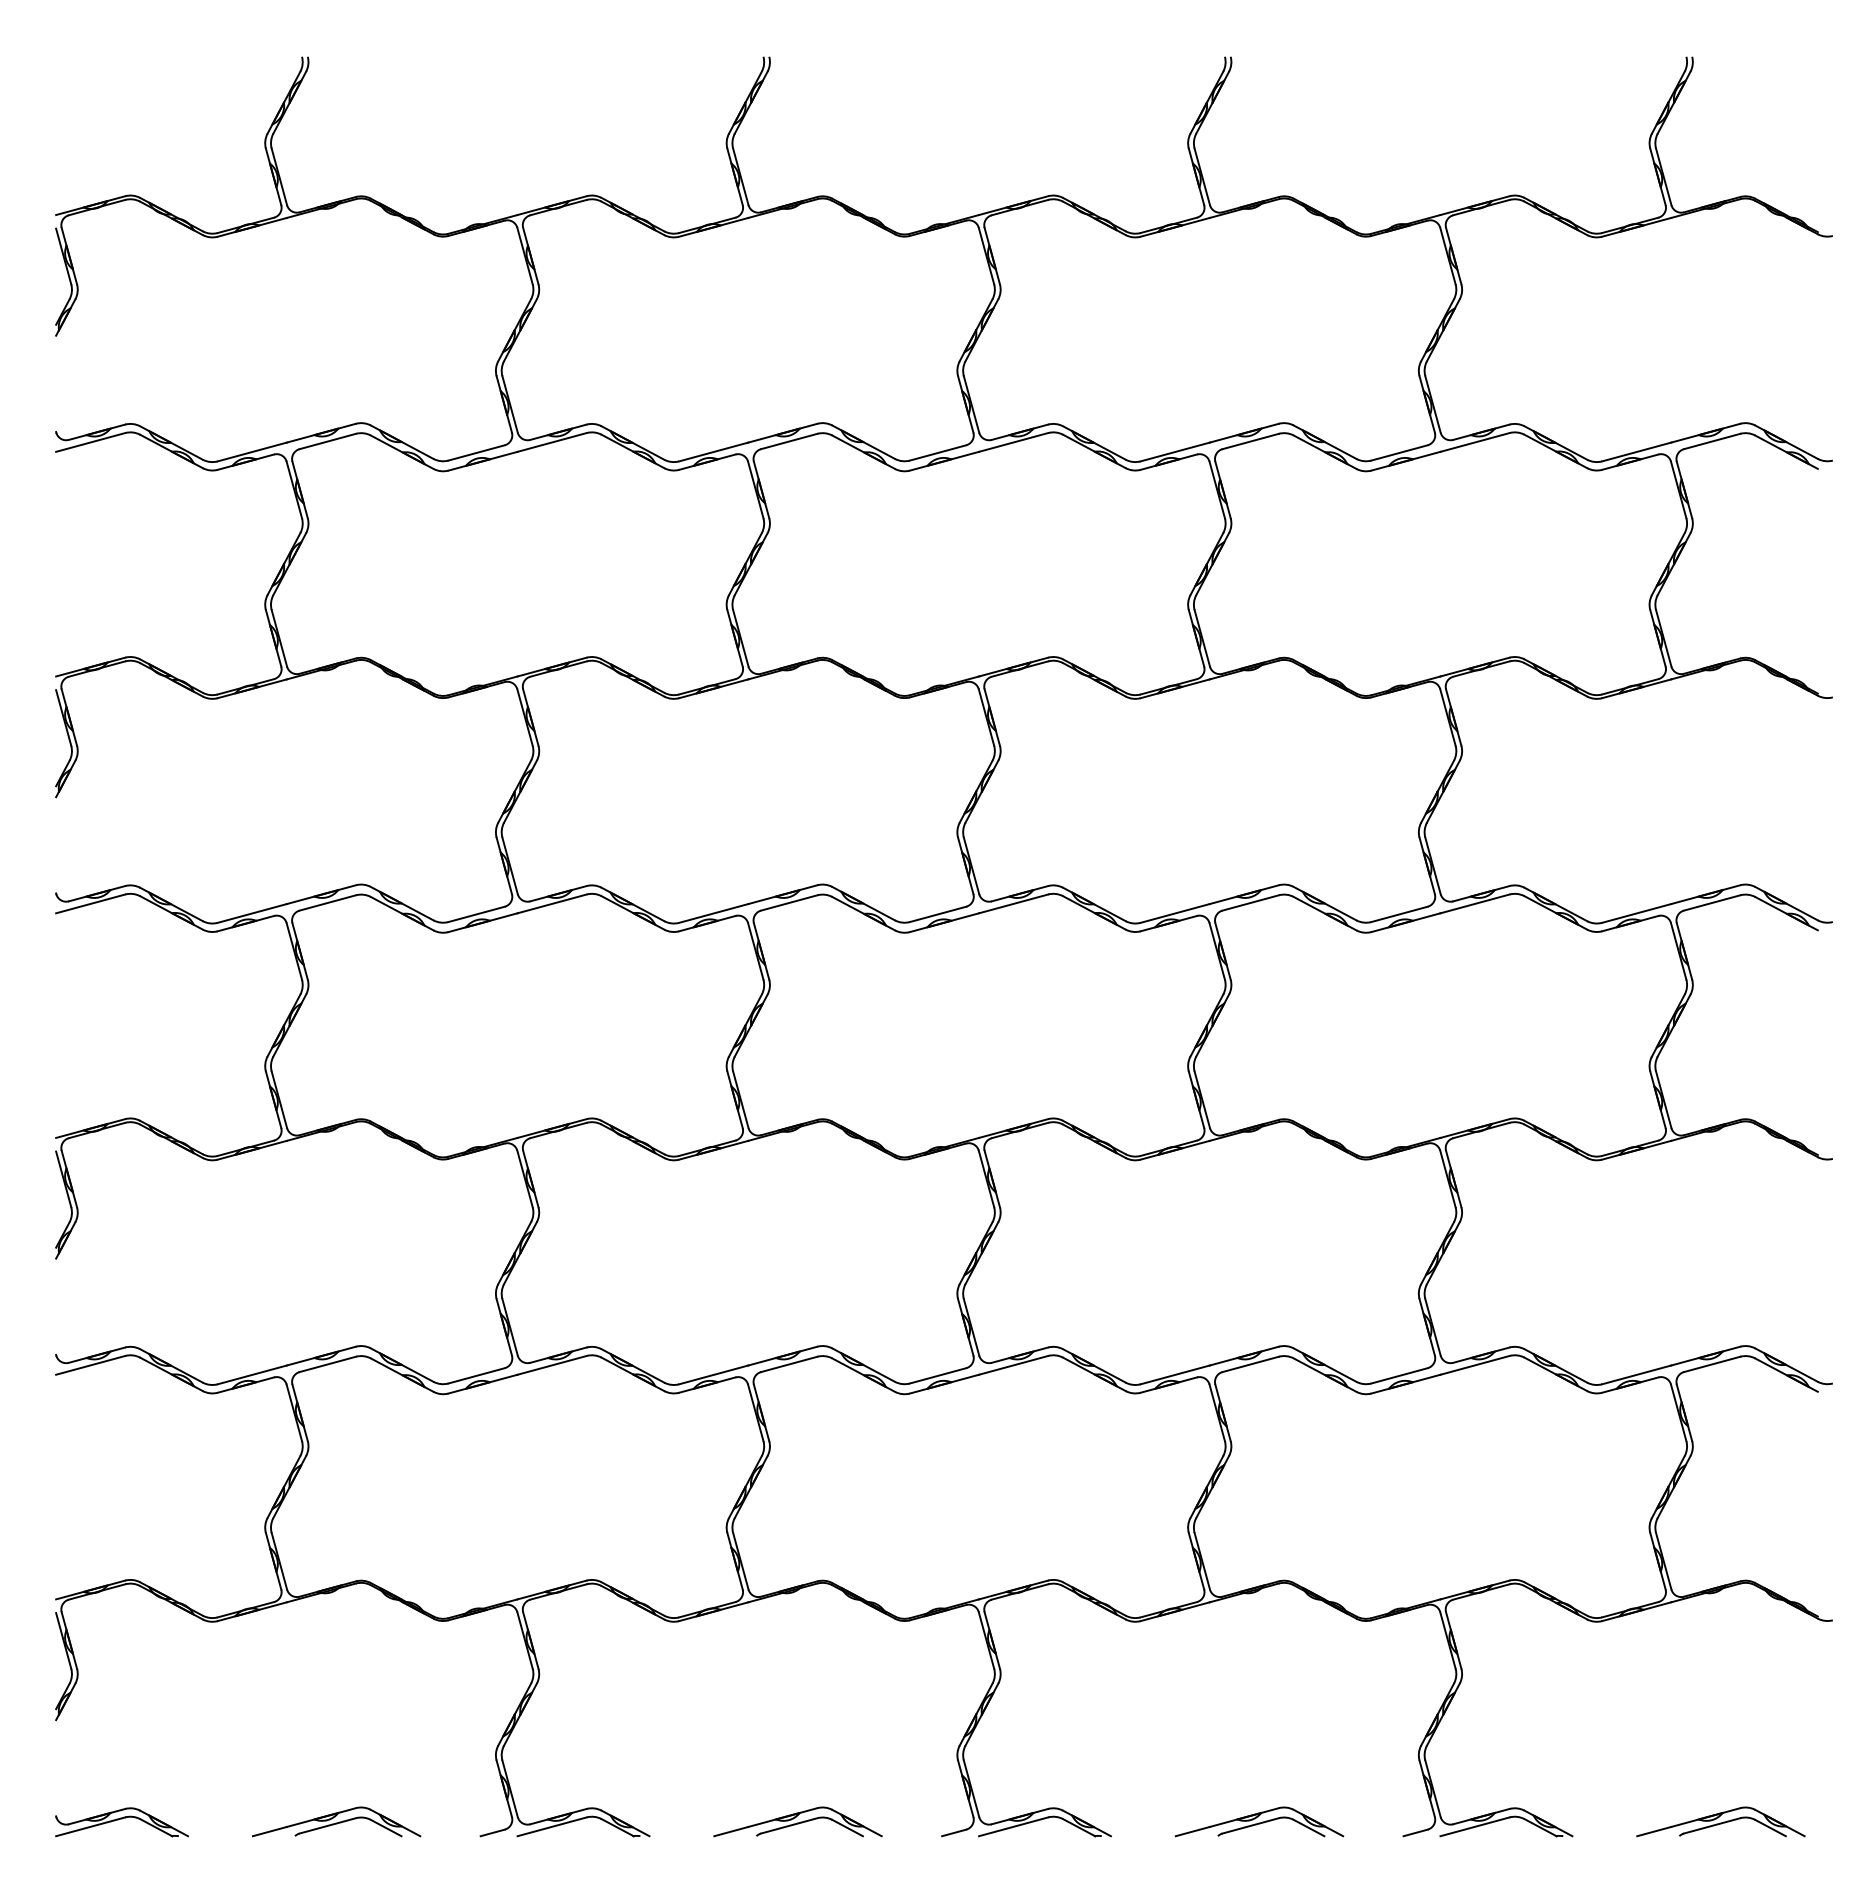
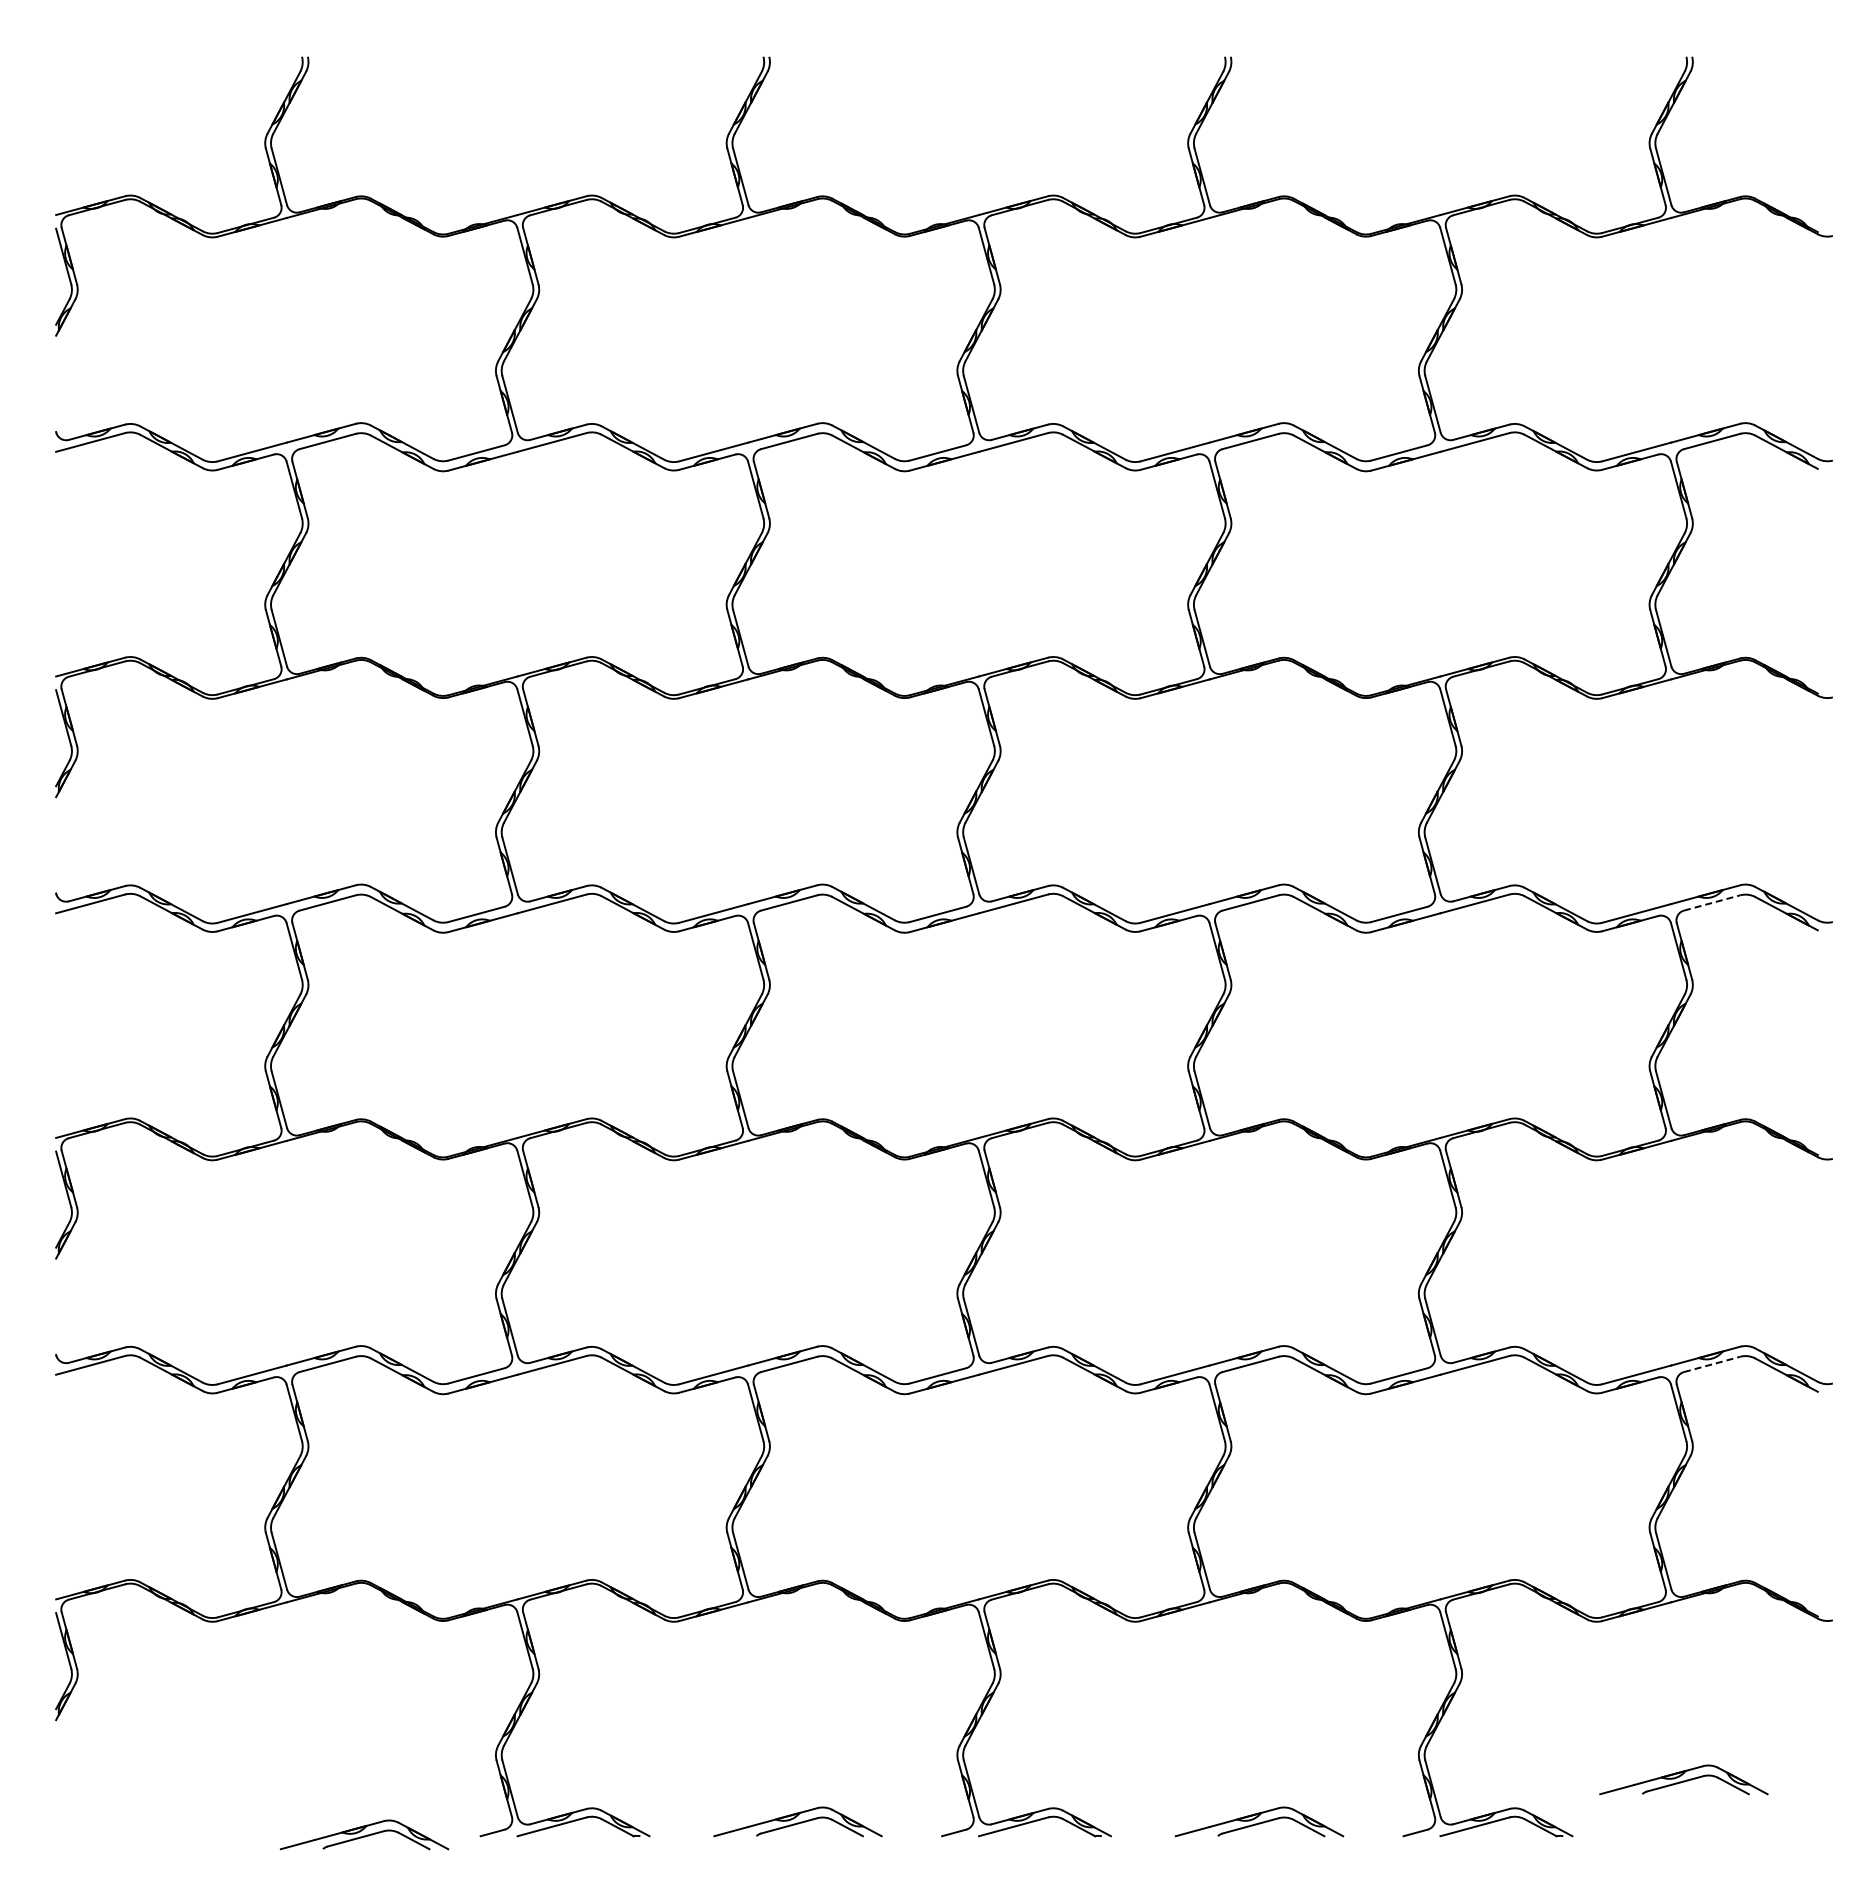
line at (1712, 902): solid -> dashed
line at (1712, 1364): solid -> dashed
part at (336, 1821) position: (336, 1821) -> (364, 1834)
part at (1720, 1821) position: (1720, 1821) -> (1683, 1779)
part at (121, 1822): present -> none
